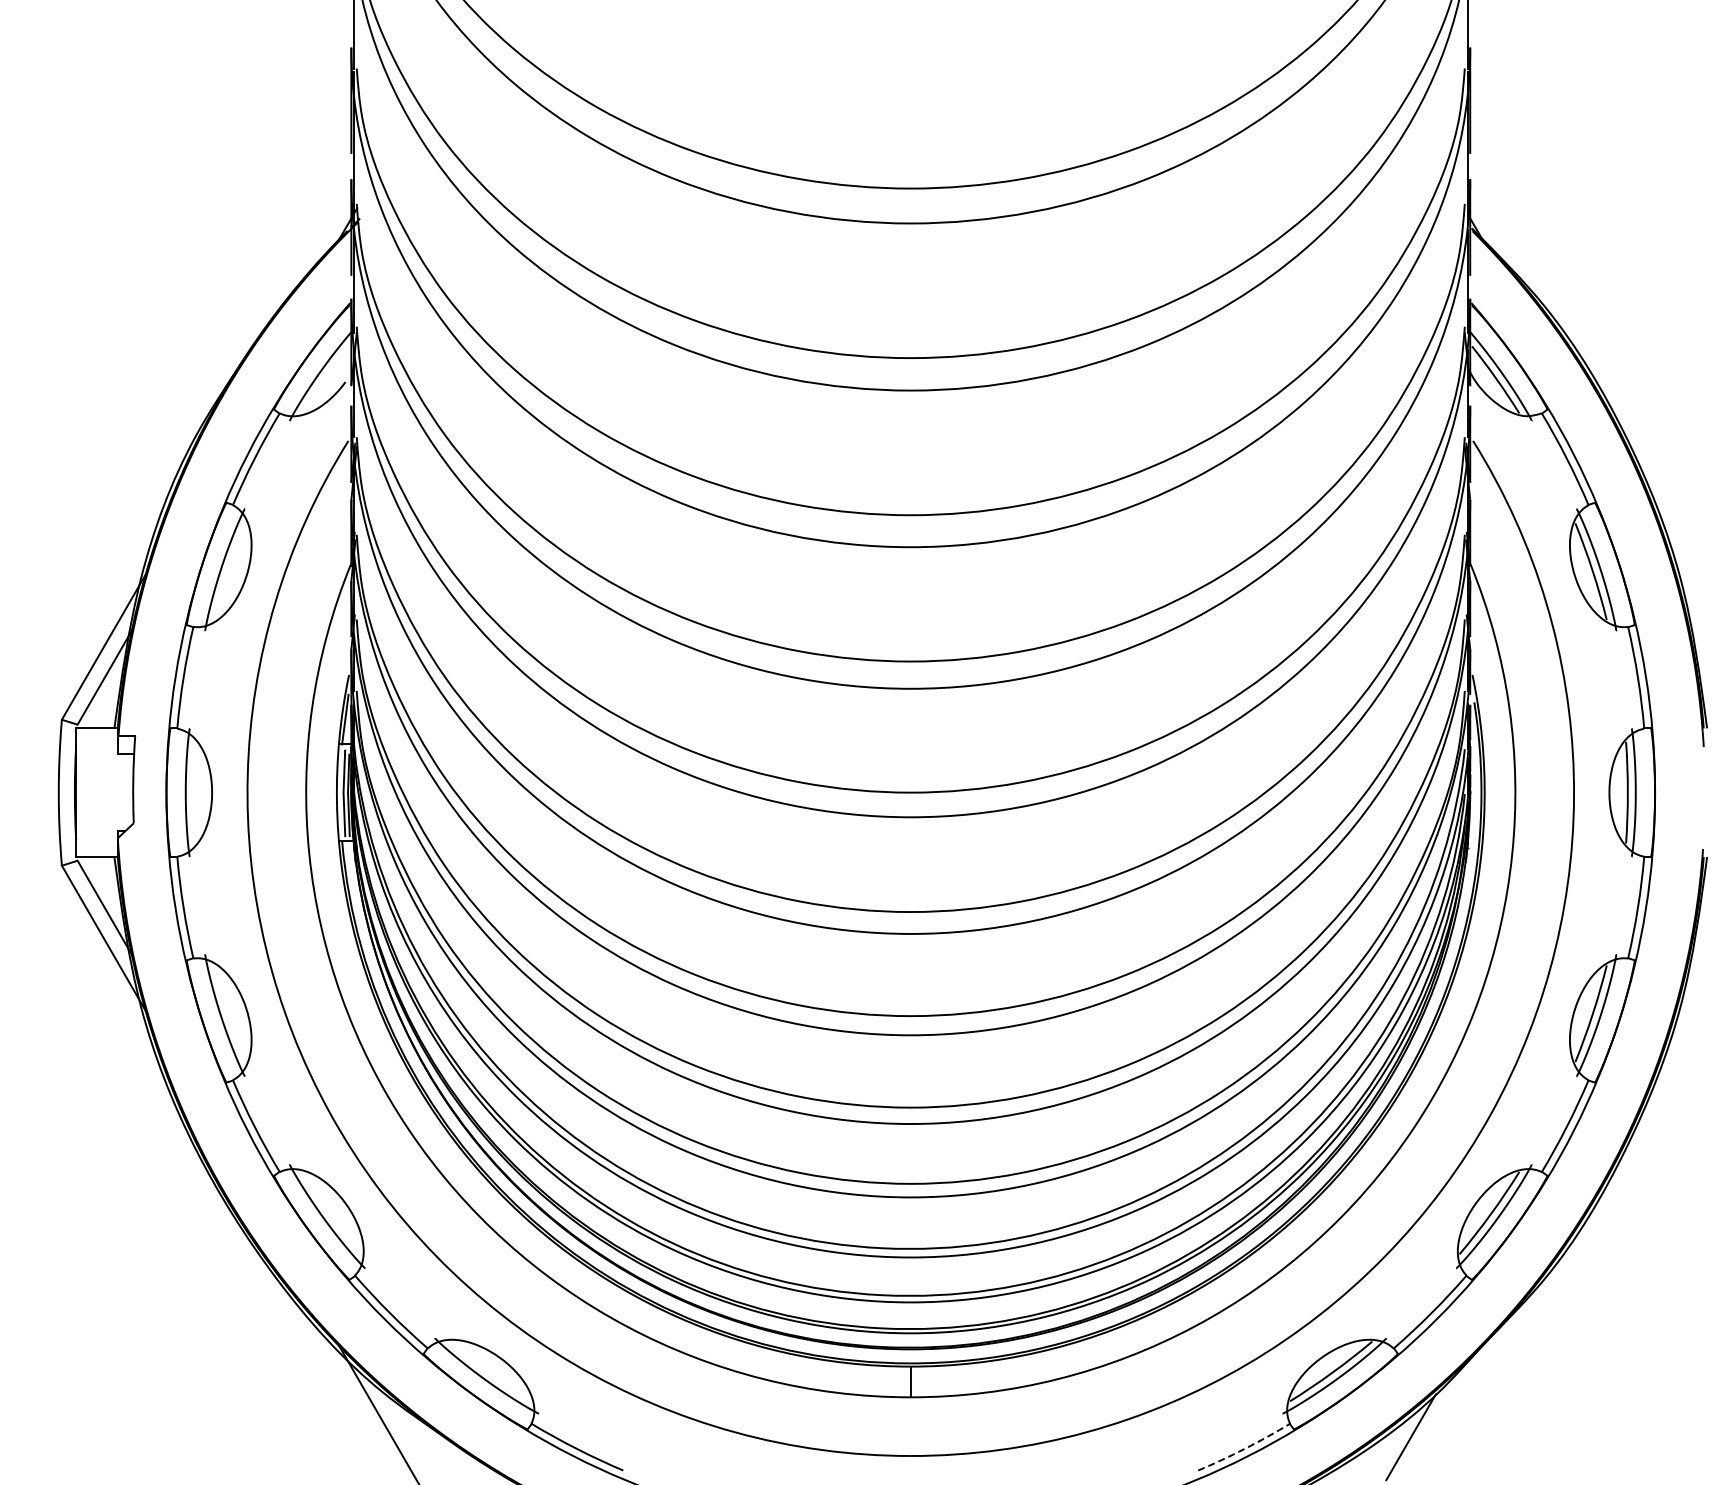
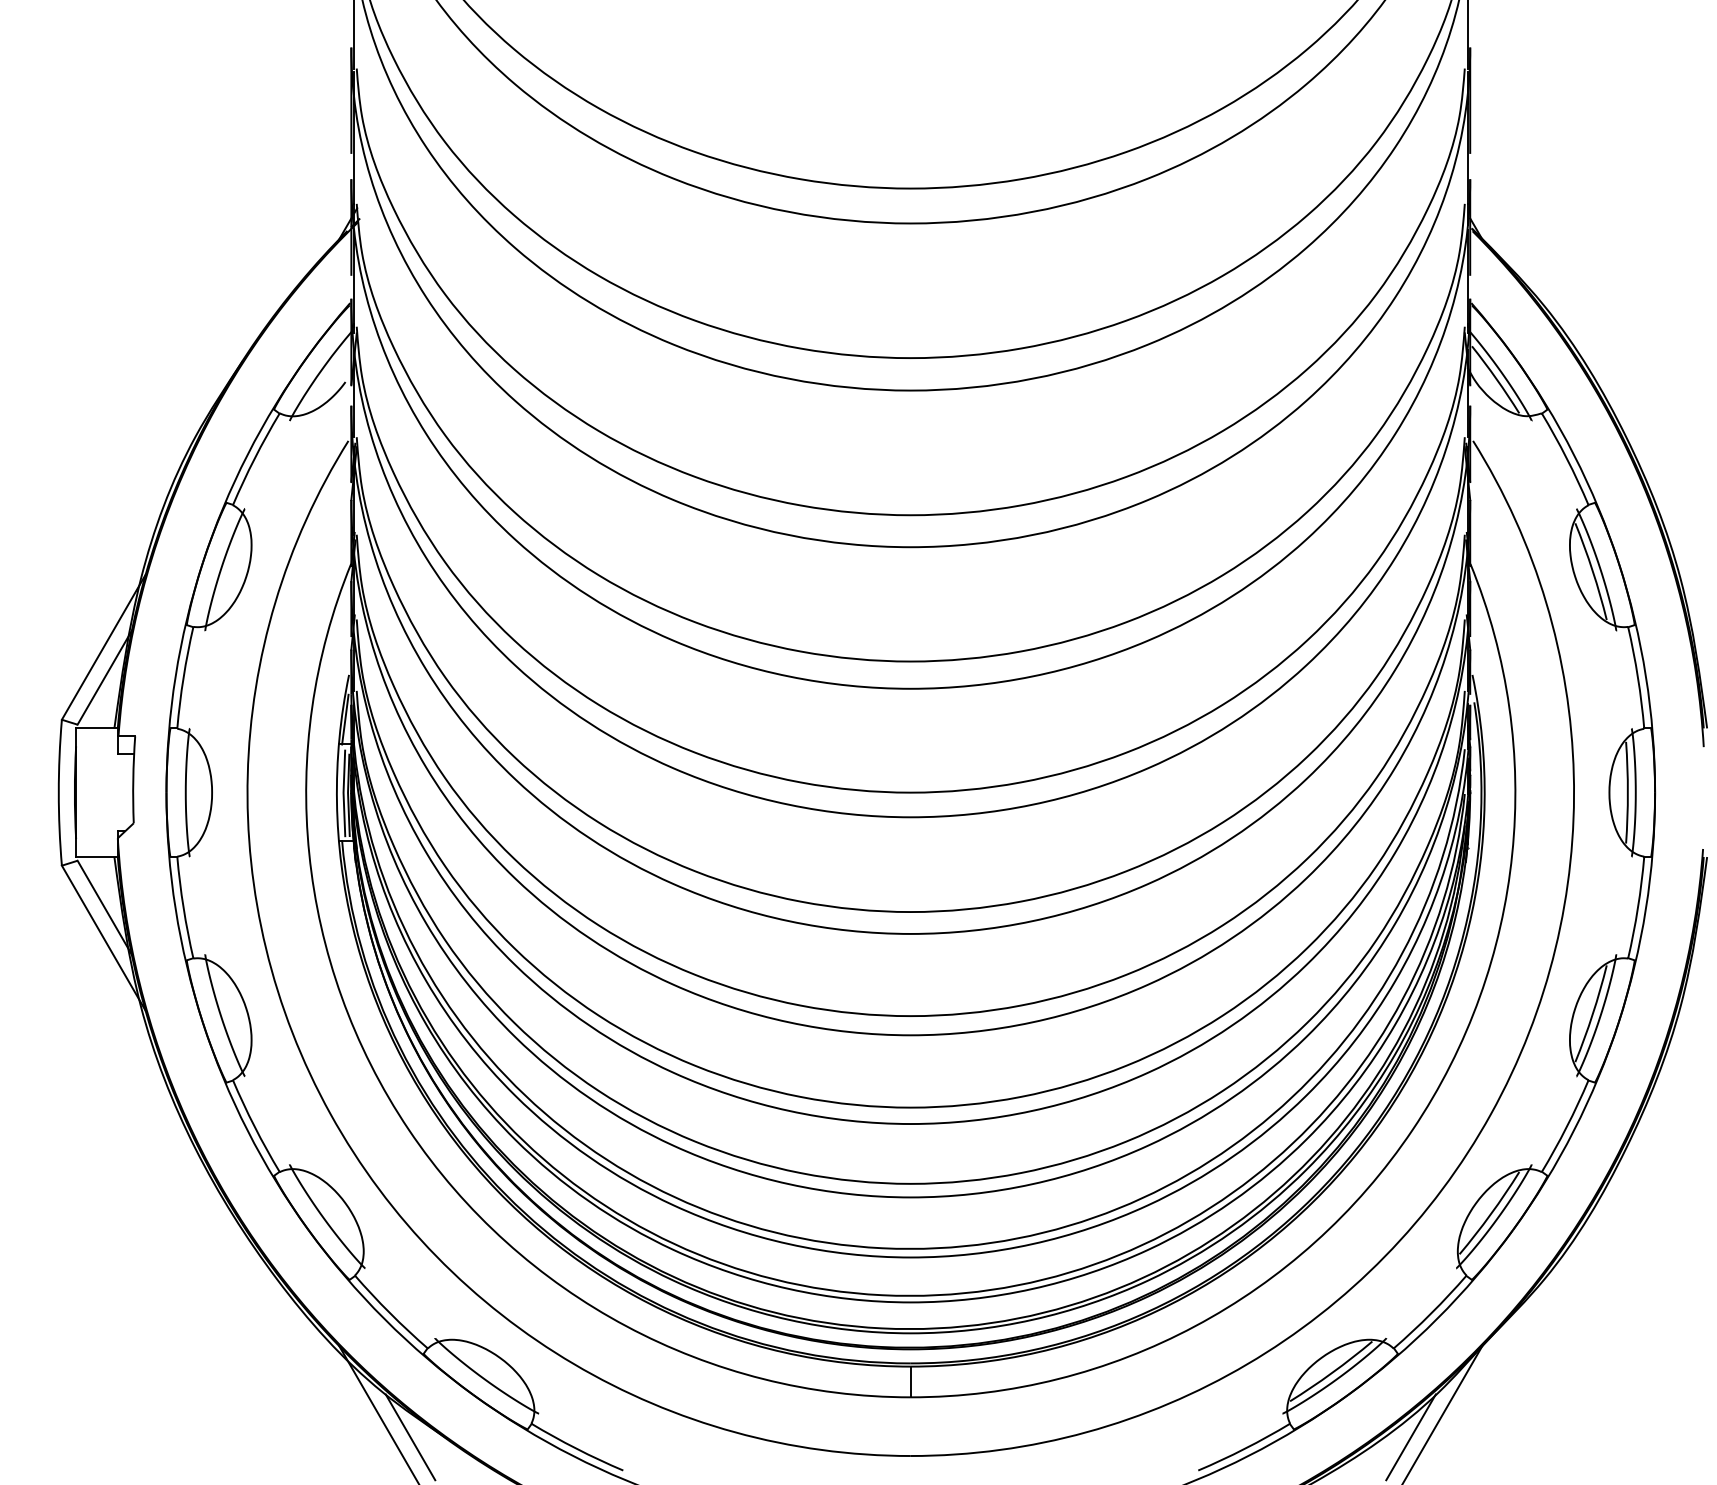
line at (1442, 1413): none -> present
line at (410, 1437): none -> present
arc at (1245, 1448): dashed -> solid
